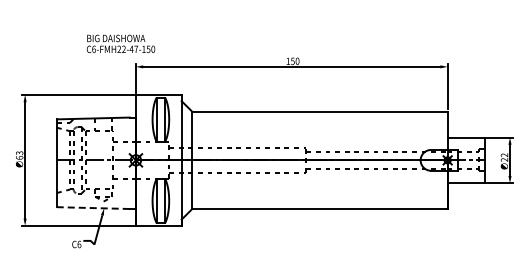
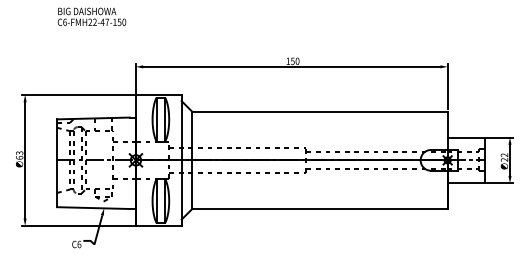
text at (120, 43) position: (120, 43) -> (91, 16)
line at (92, 208): dashed -> solid
